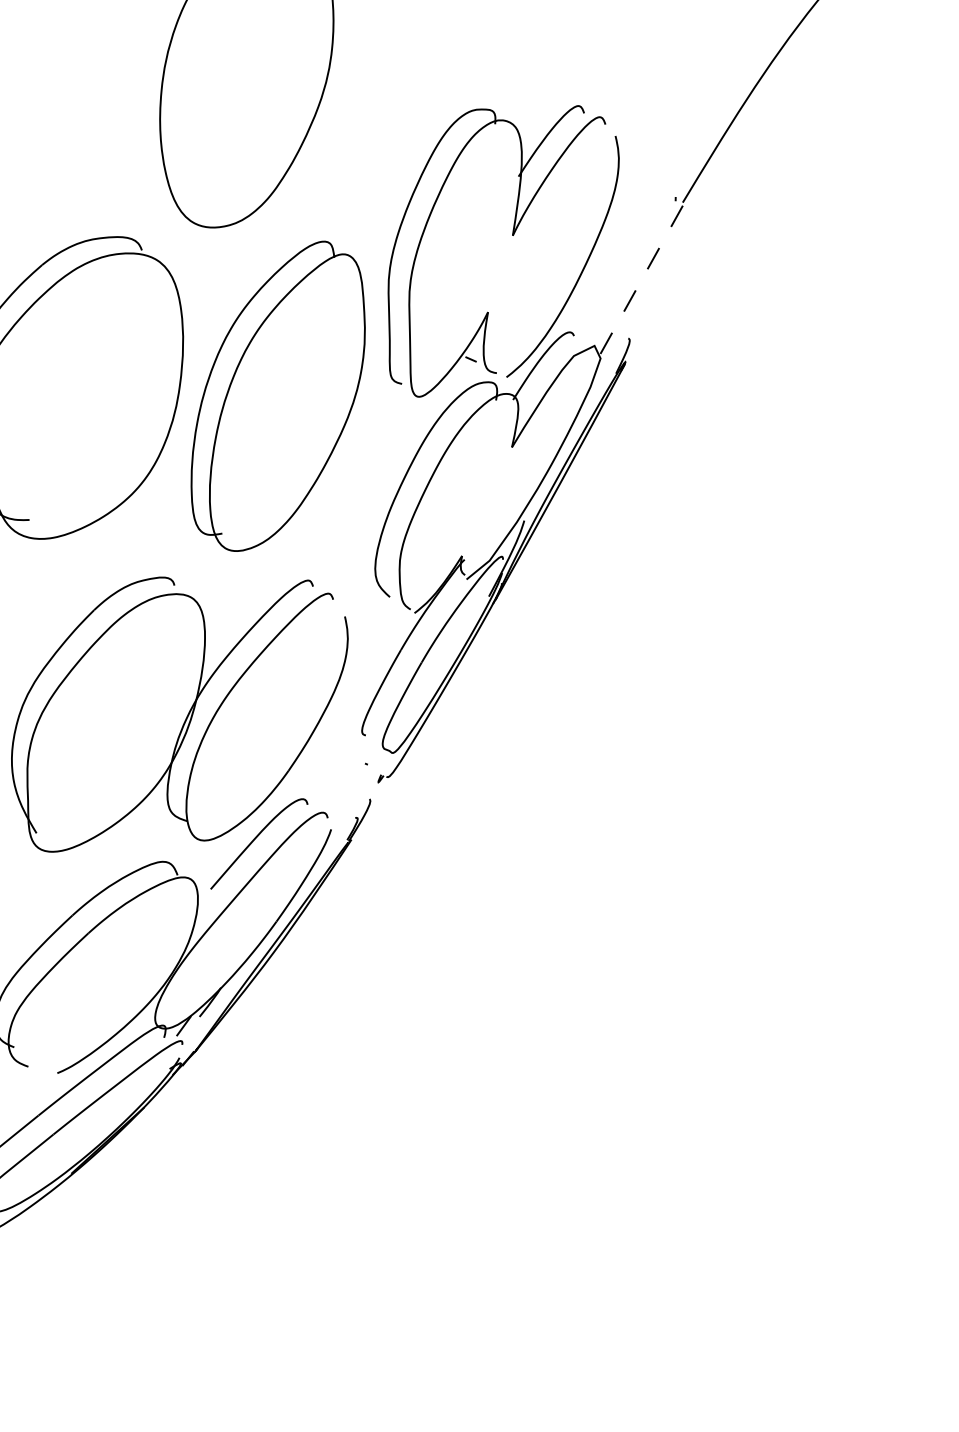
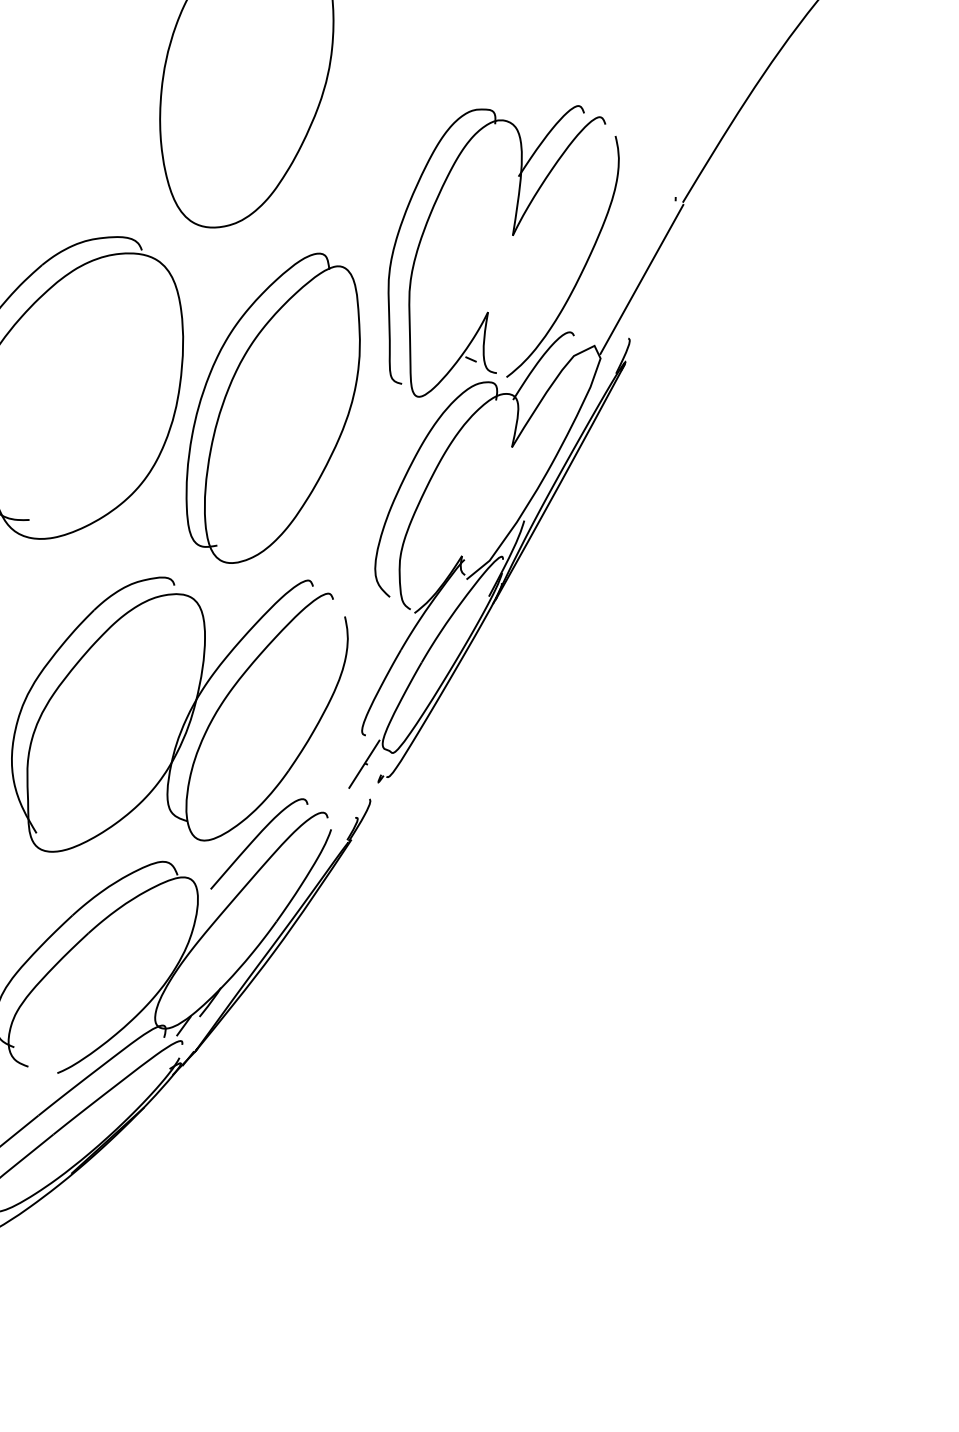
line at (642, 279): dashed -> solid
part at (277, 395) position: (277, 395) -> (272, 407)
line at (364, 763): none -> present
